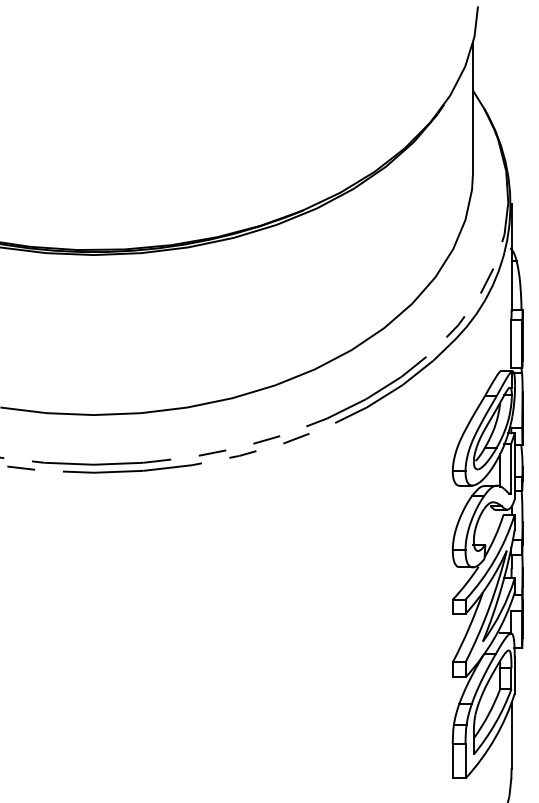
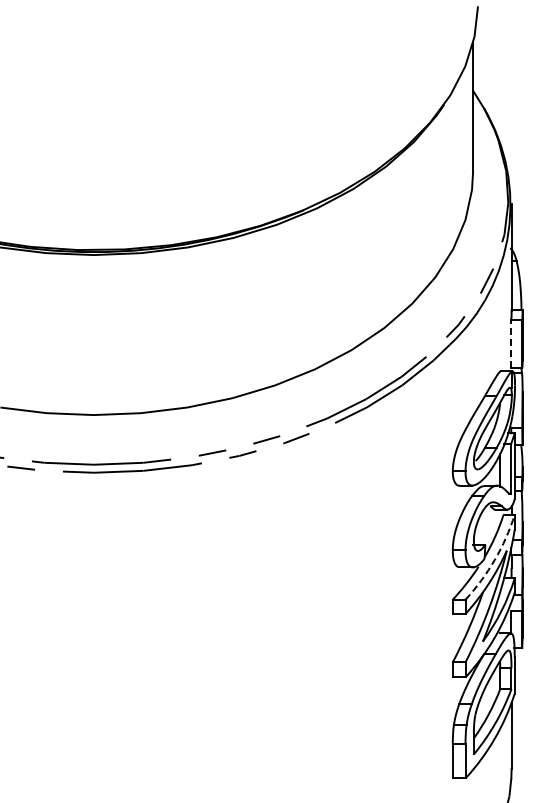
line at (511, 344): solid -> dashed
arc at (494, 559): solid -> dashed
